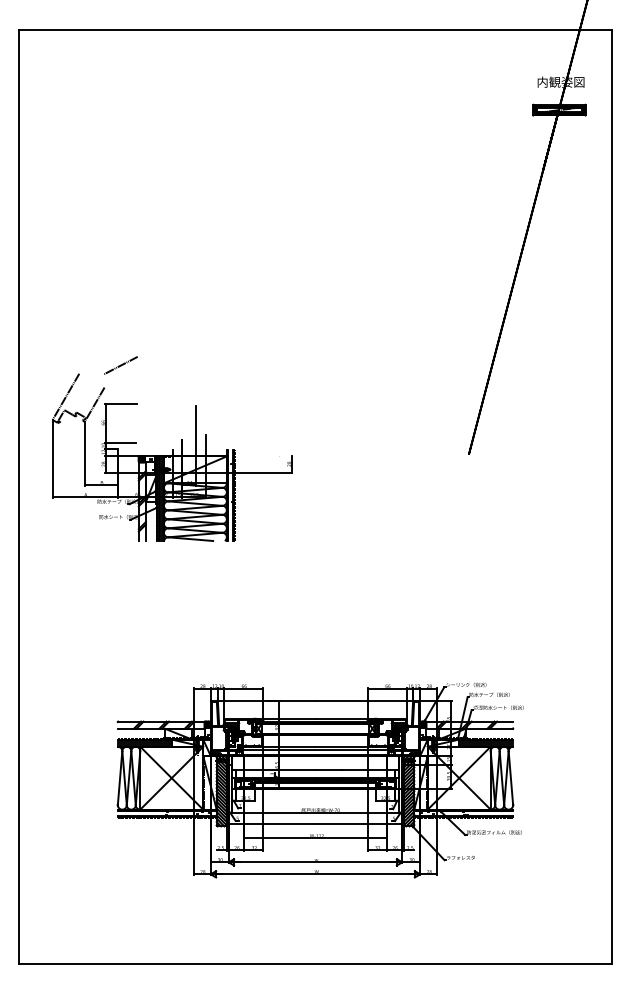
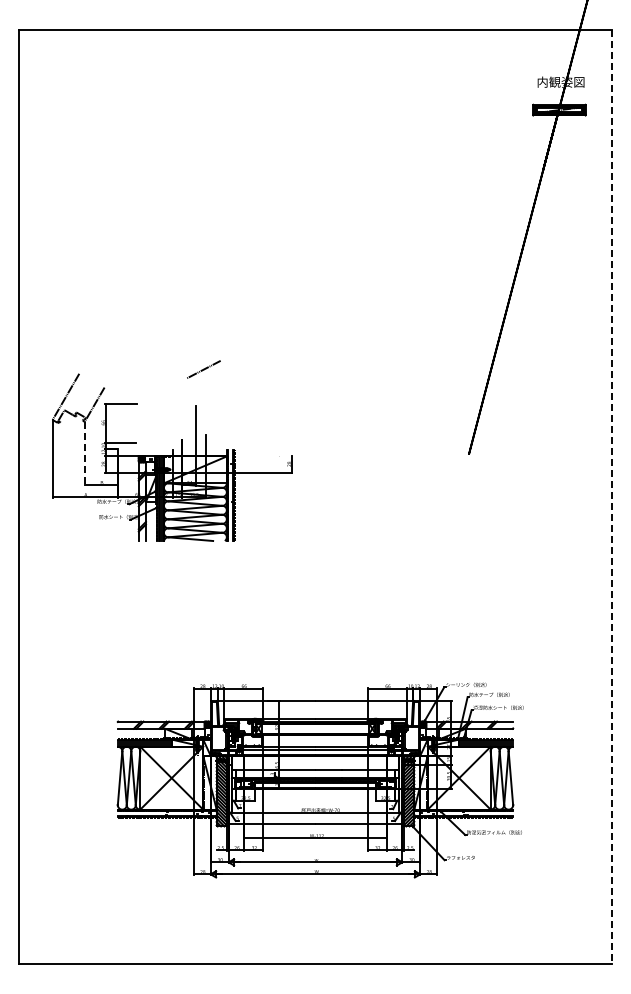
line at (120, 365) position: (120, 365) -> (203, 369)
line at (84, 454): solid -> dashed
line at (611, 497): solid -> dashed
